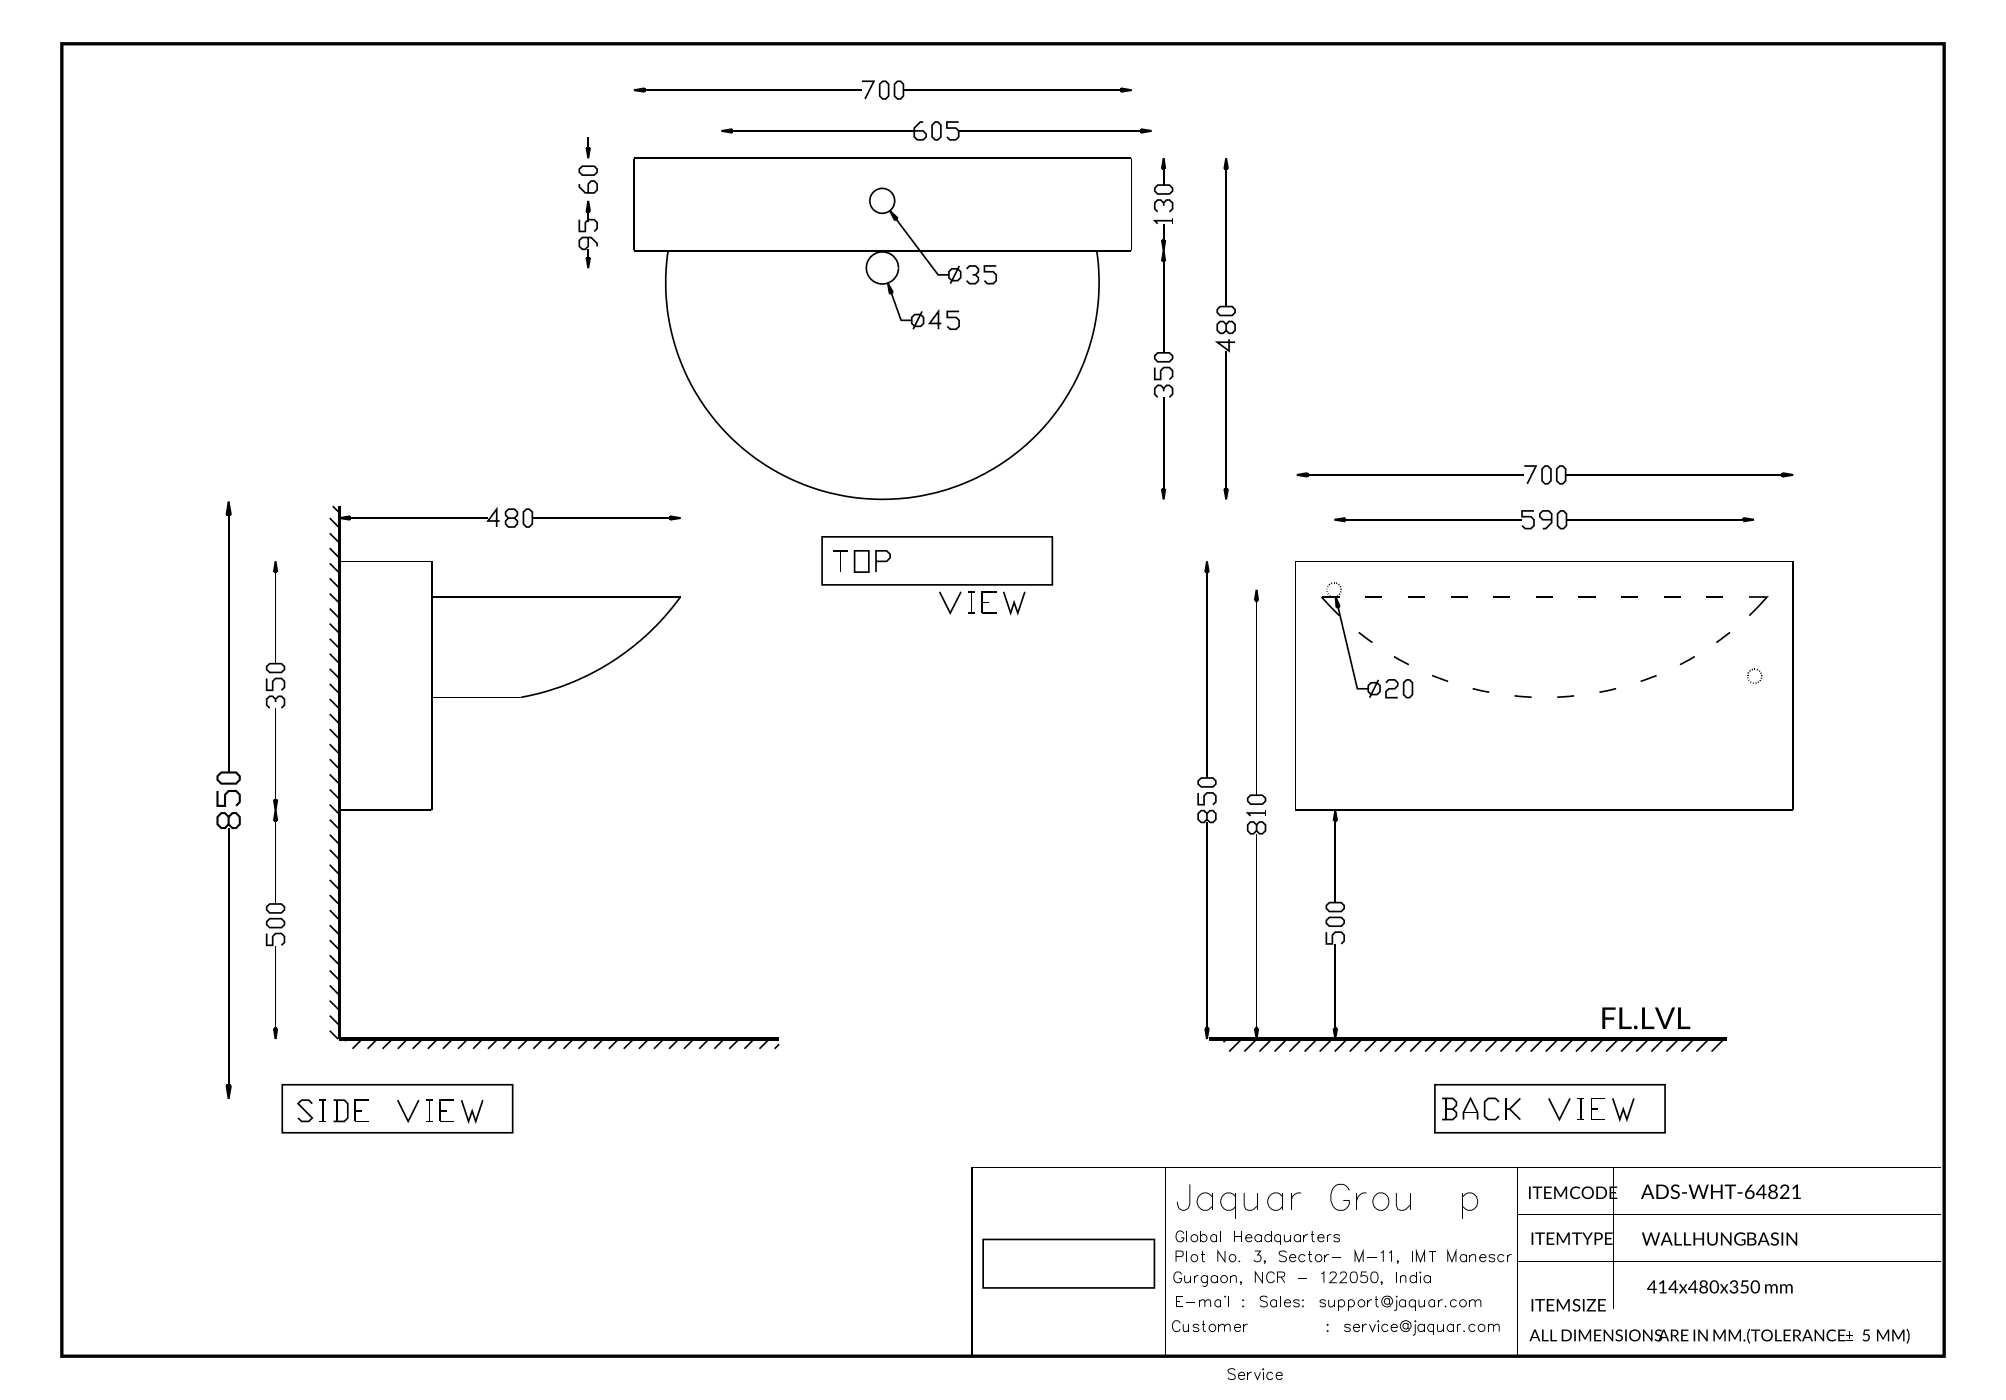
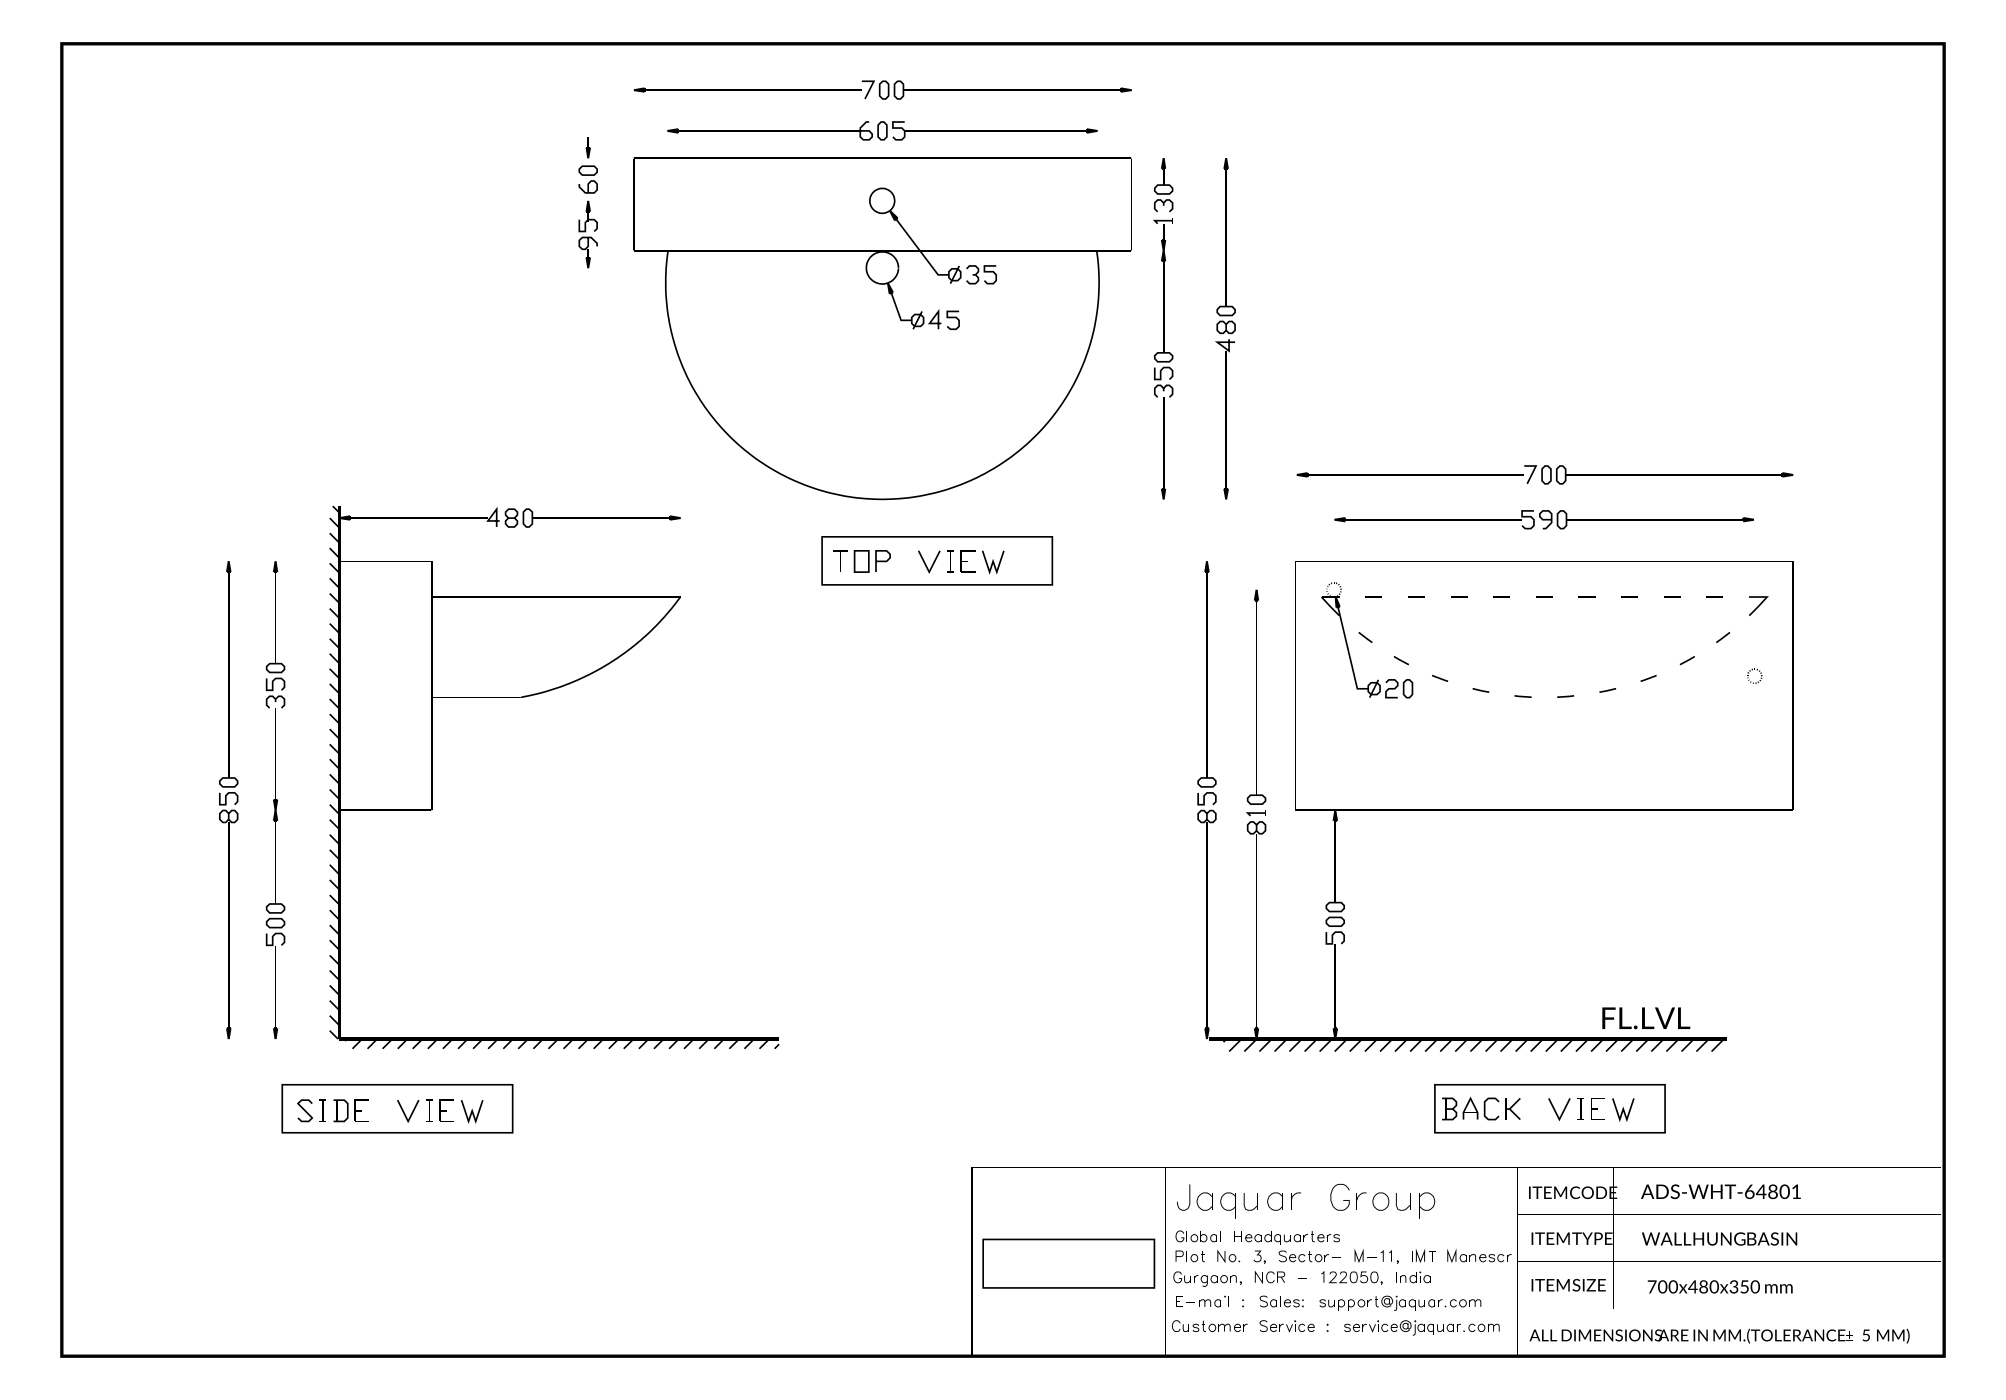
part at (936, 130) position: (936, 130) -> (882, 130)
part at (982, 603) position: (982, 603) -> (961, 562)
part at (228, 799) size: 25x598 px -> 20x478 px
text at (1784, 1192): ADS-WHT-64821 -> ADS-WHT-64801
part at (1470, 1205) position: (1470, 1205) -> (1427, 1205)
text at (1662, 1286): 414x480x350 -> 700x480x350
text at (1568, 1305) position: (1568, 1305) -> (1568, 1285)
part at (1254, 1374) position: (1254, 1374) -> (1286, 1326)
